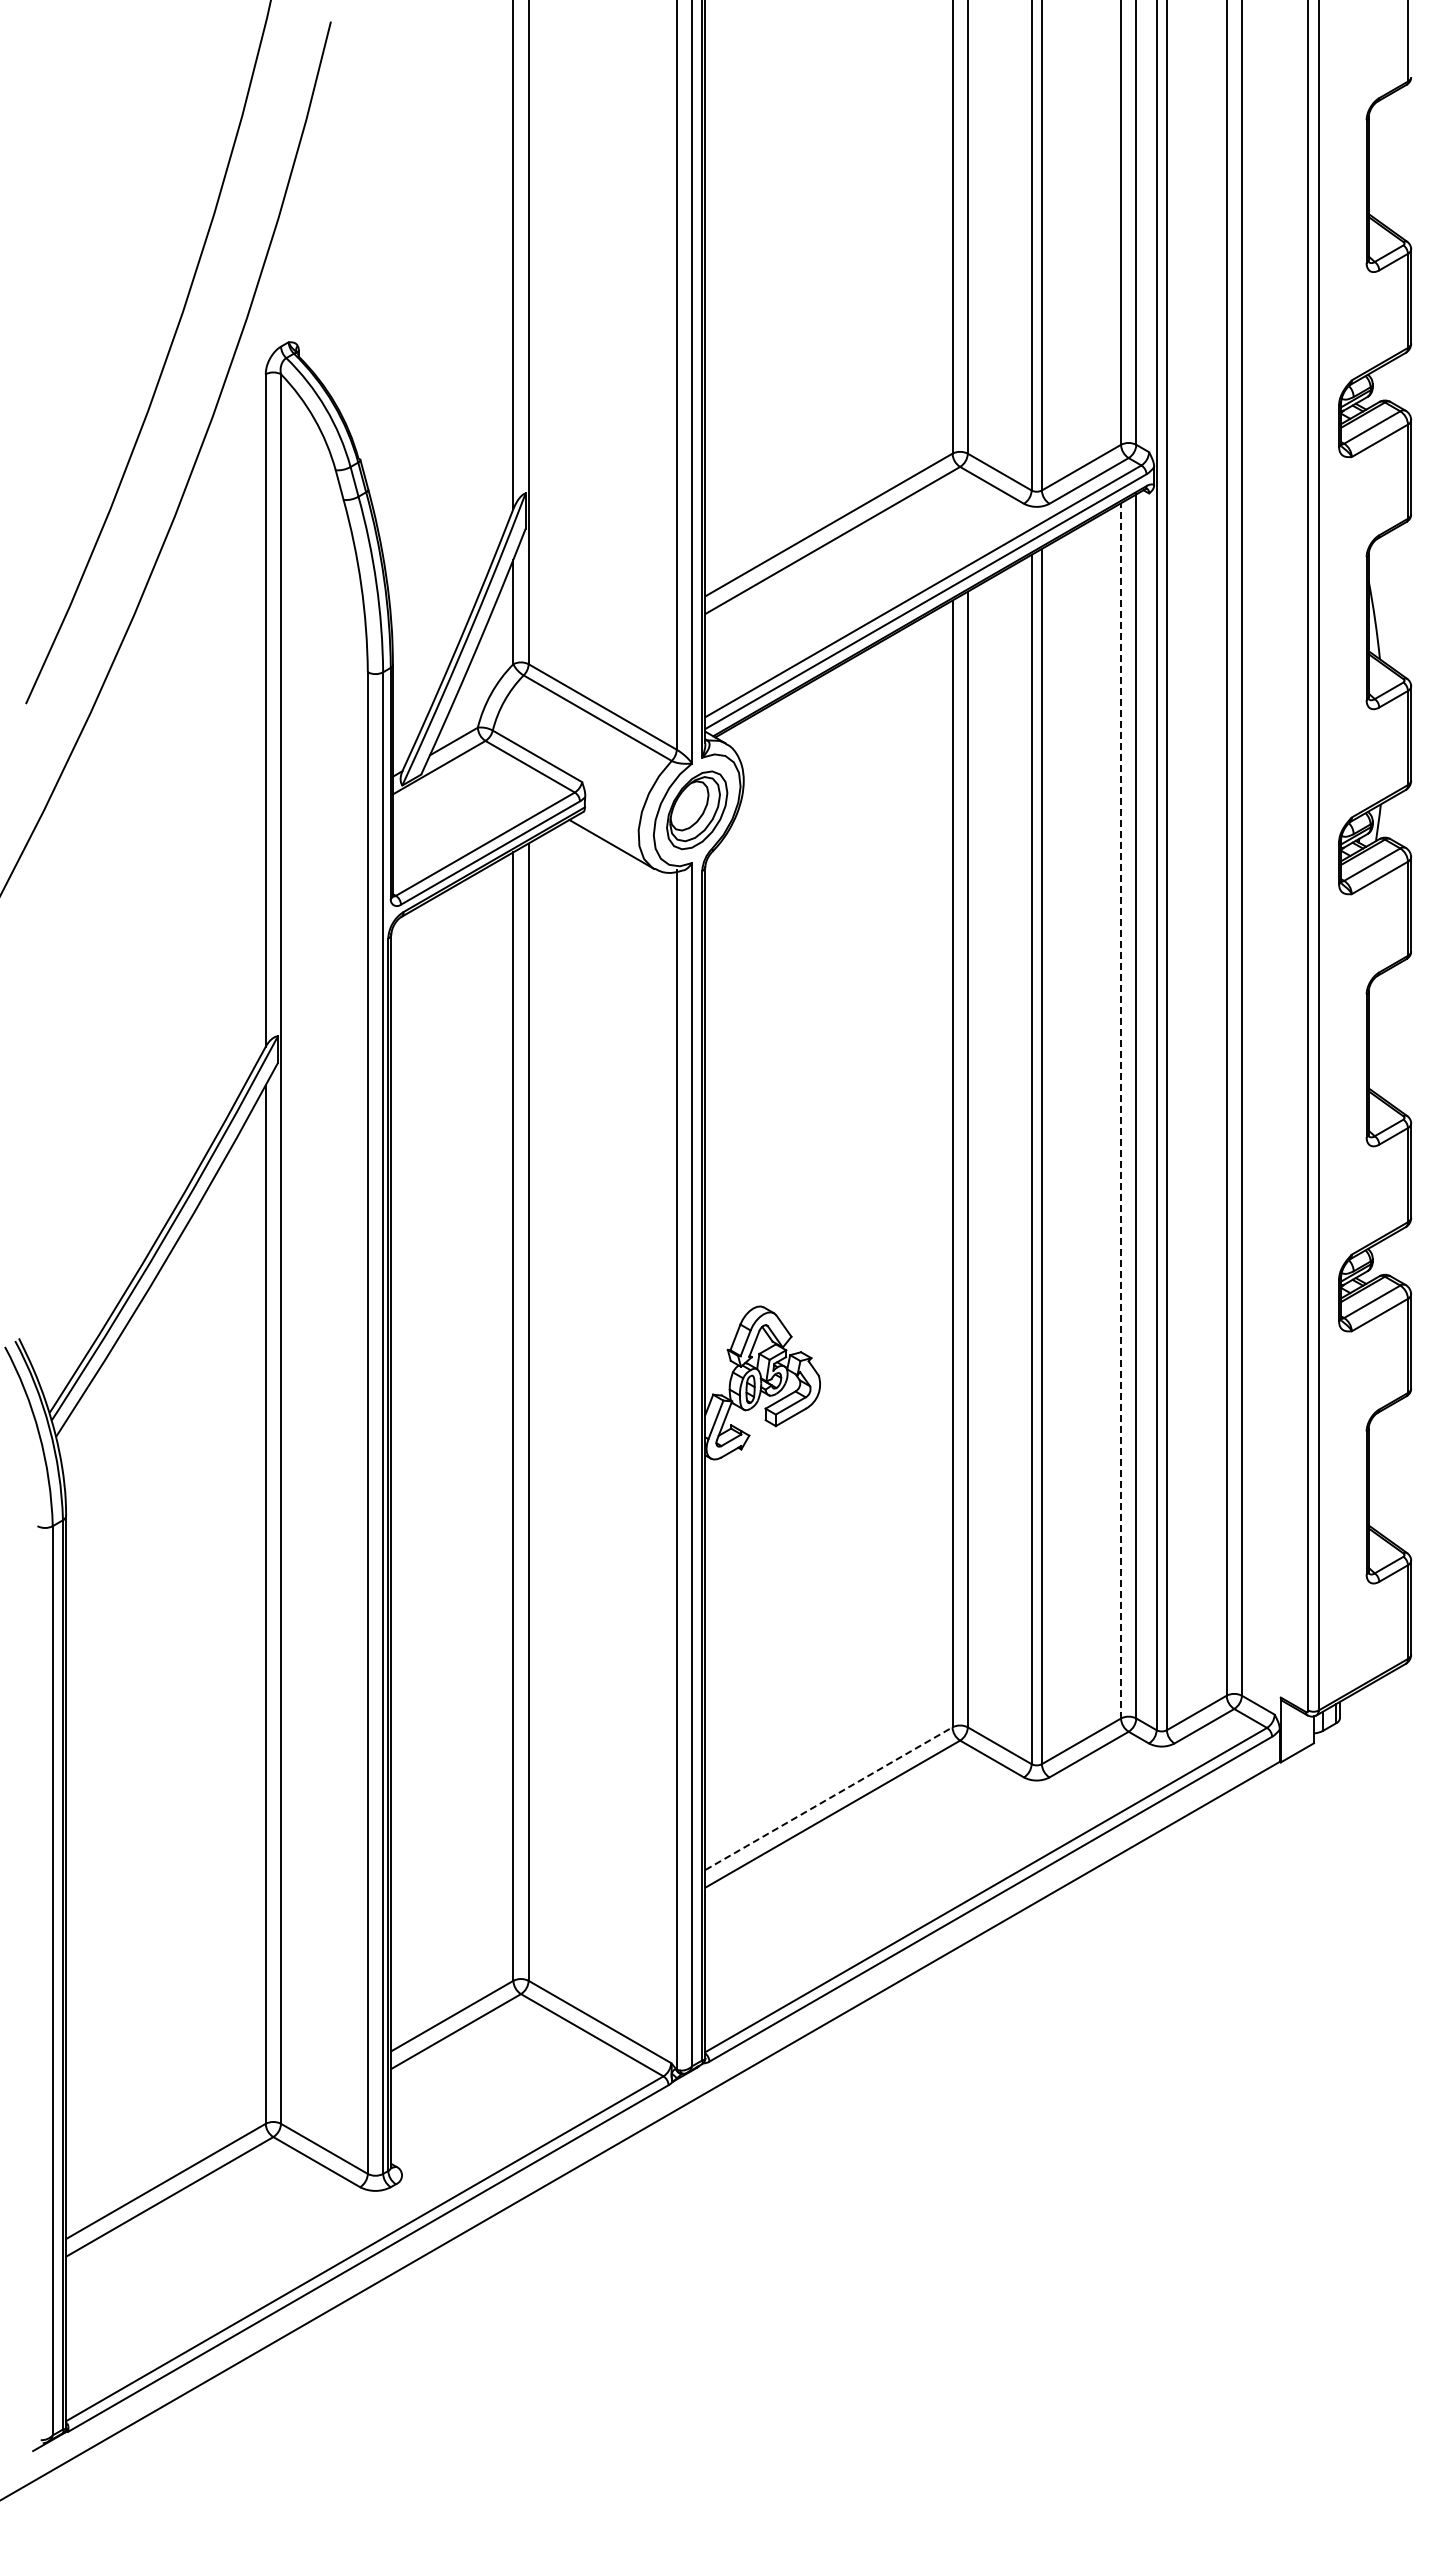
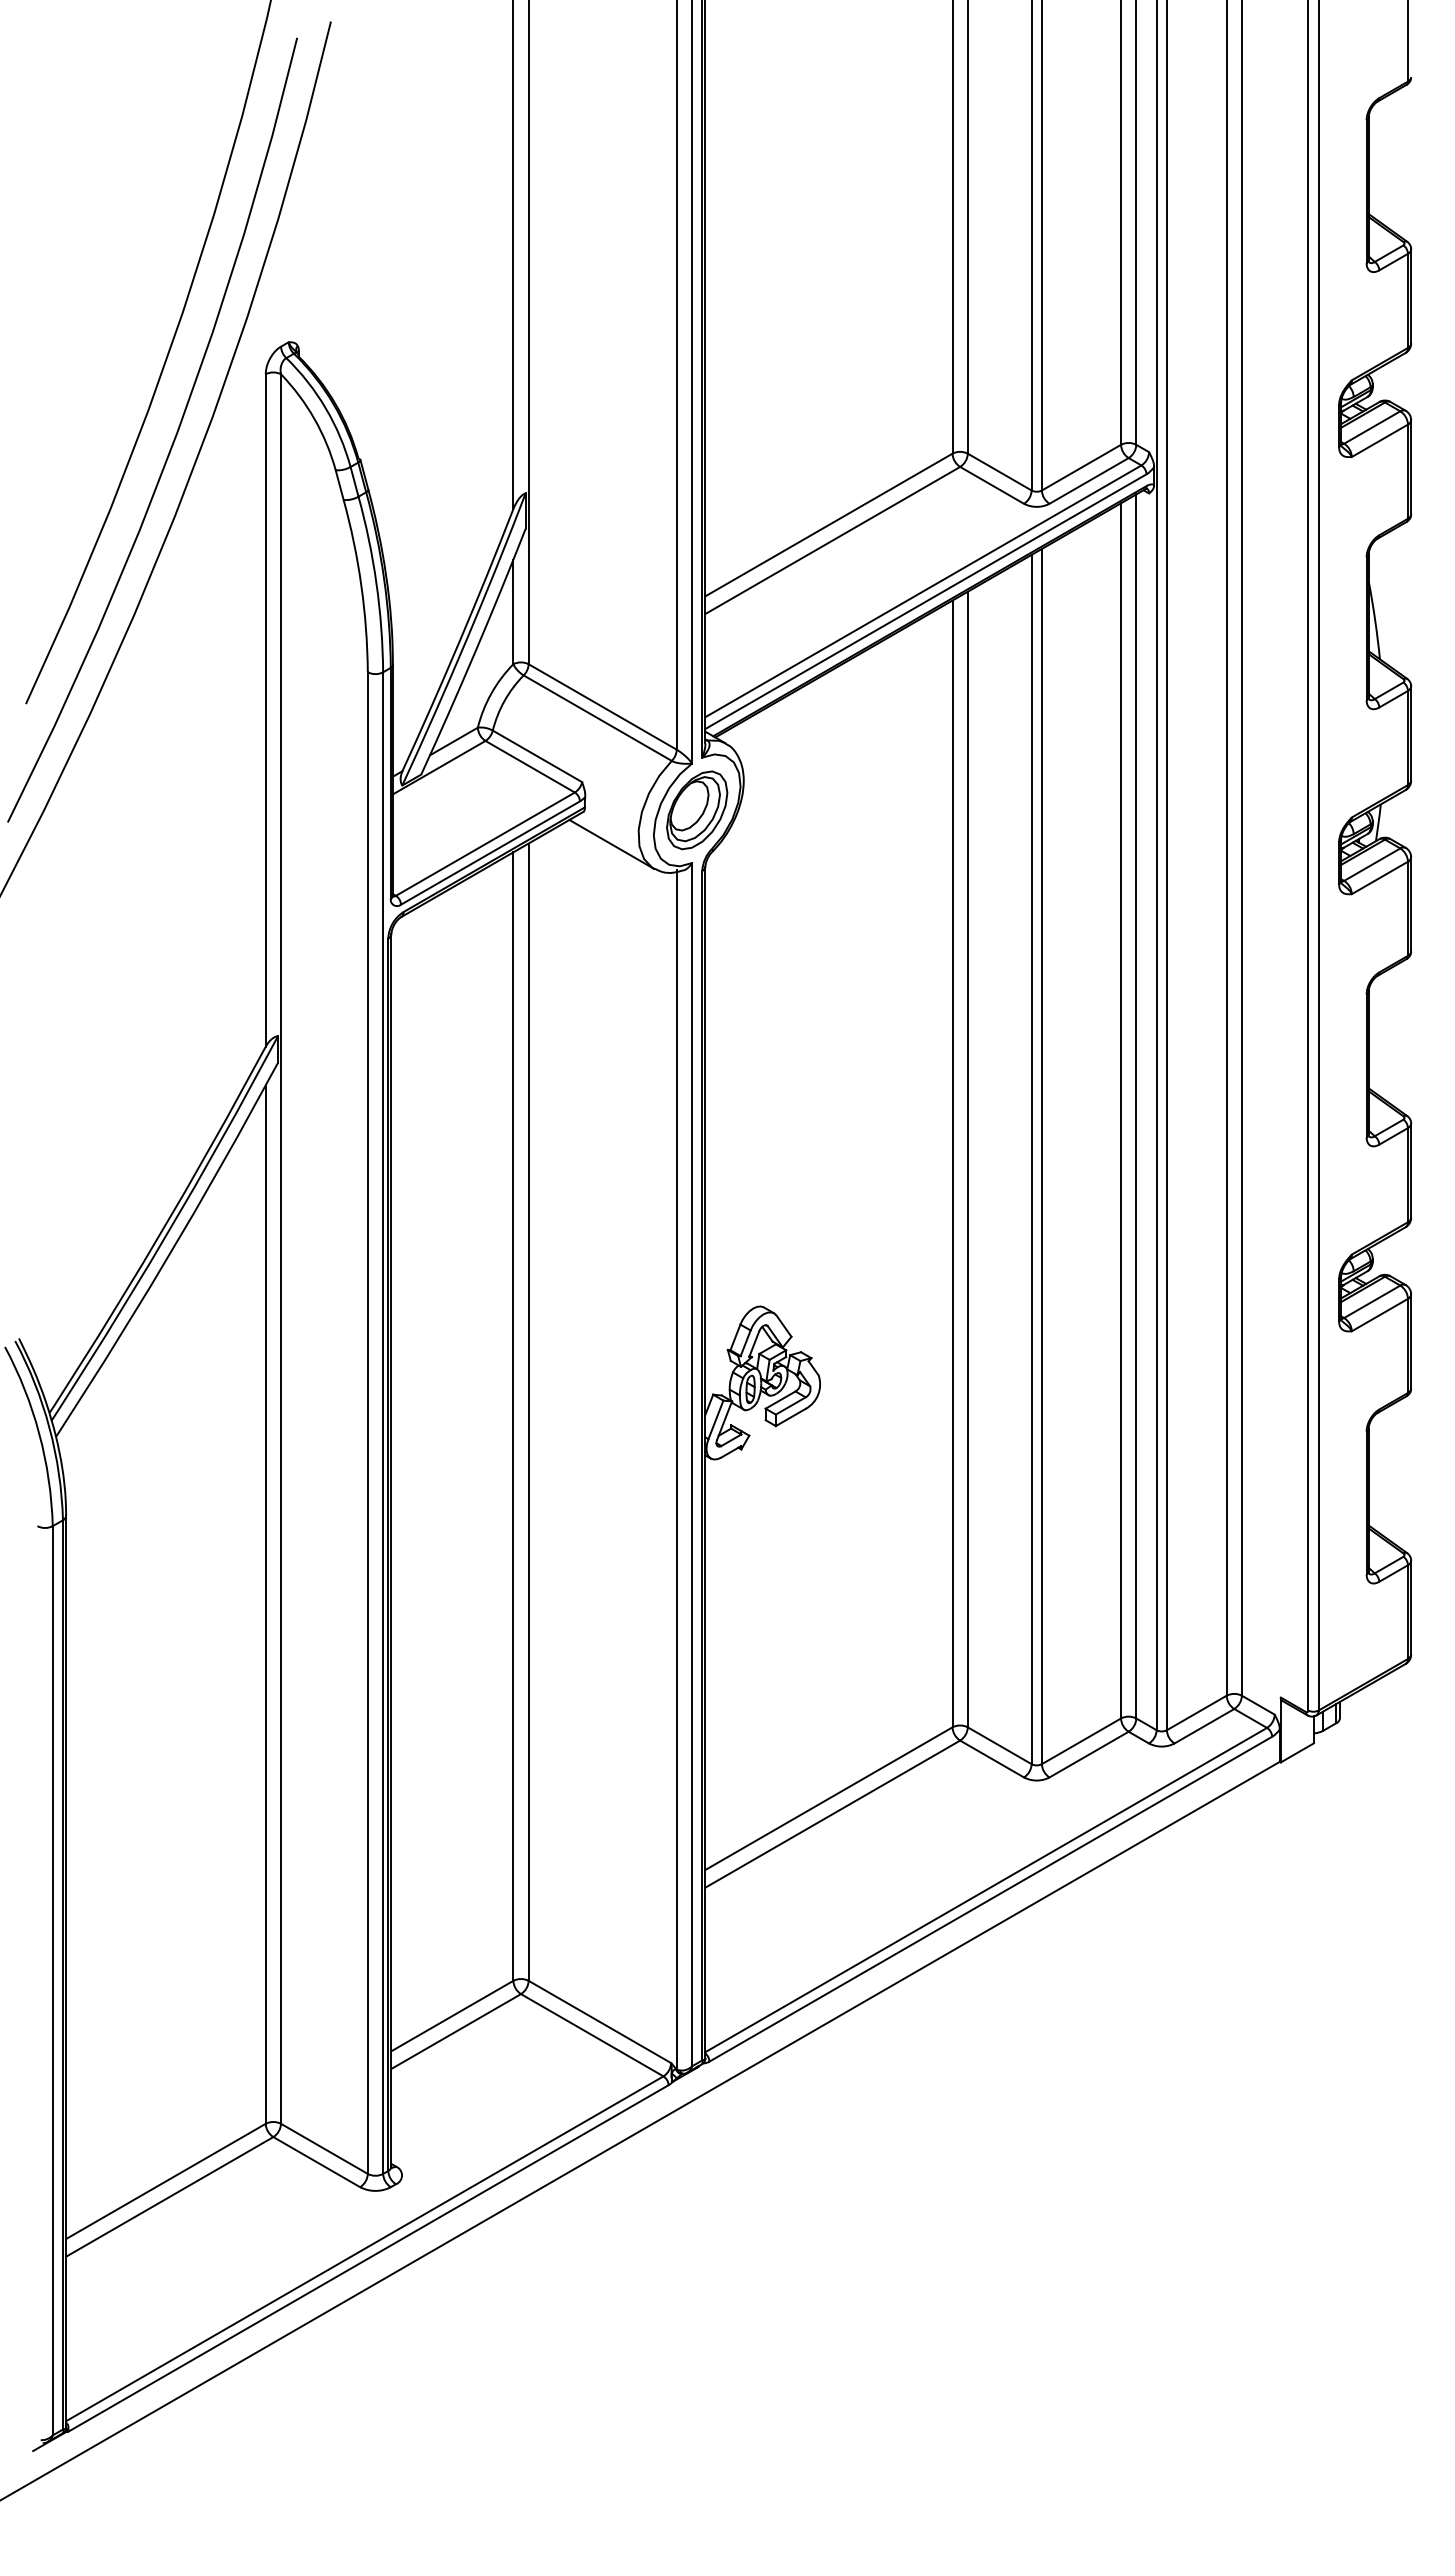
curve at (174, 436): none -> present
line at (1121, 1110): dashed -> solid
line at (829, 1798): dashed -> solid
